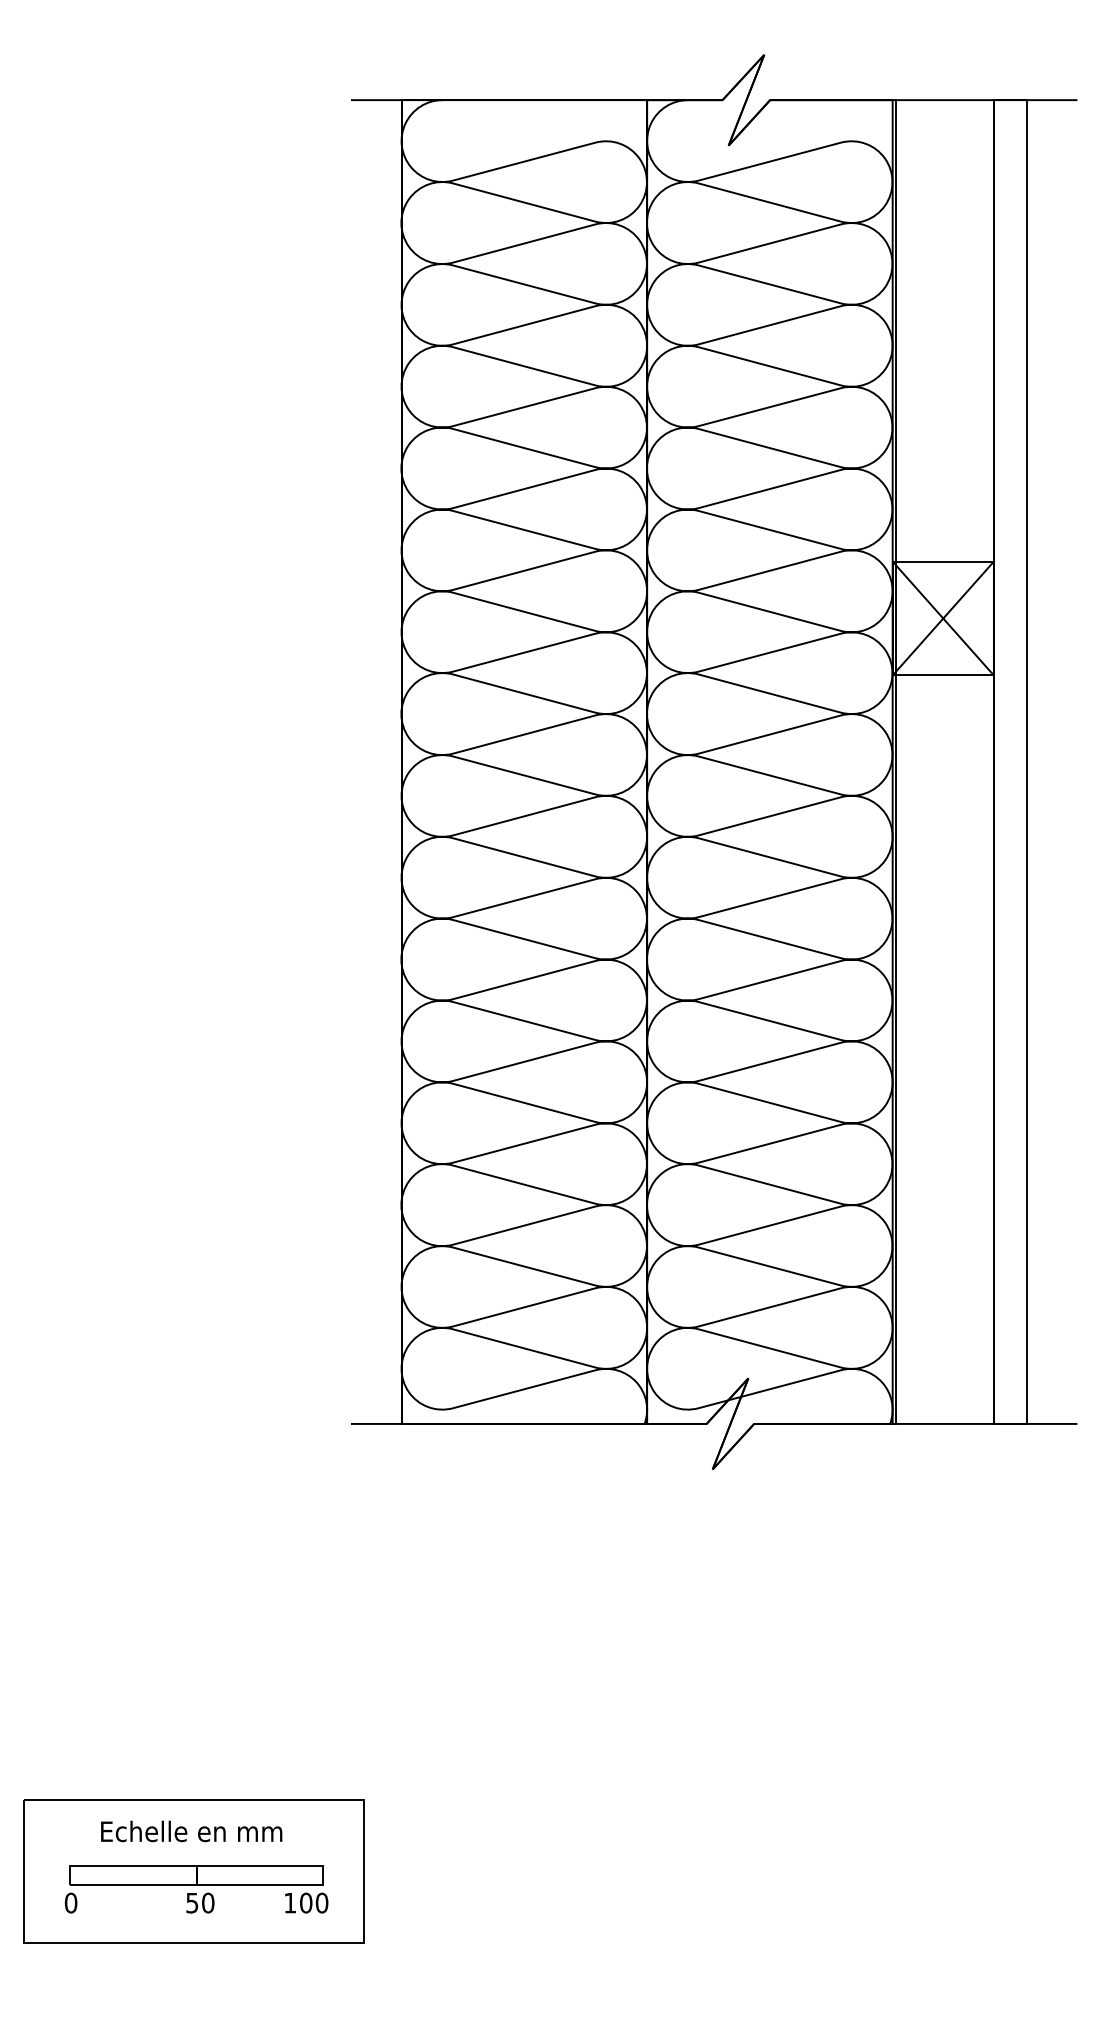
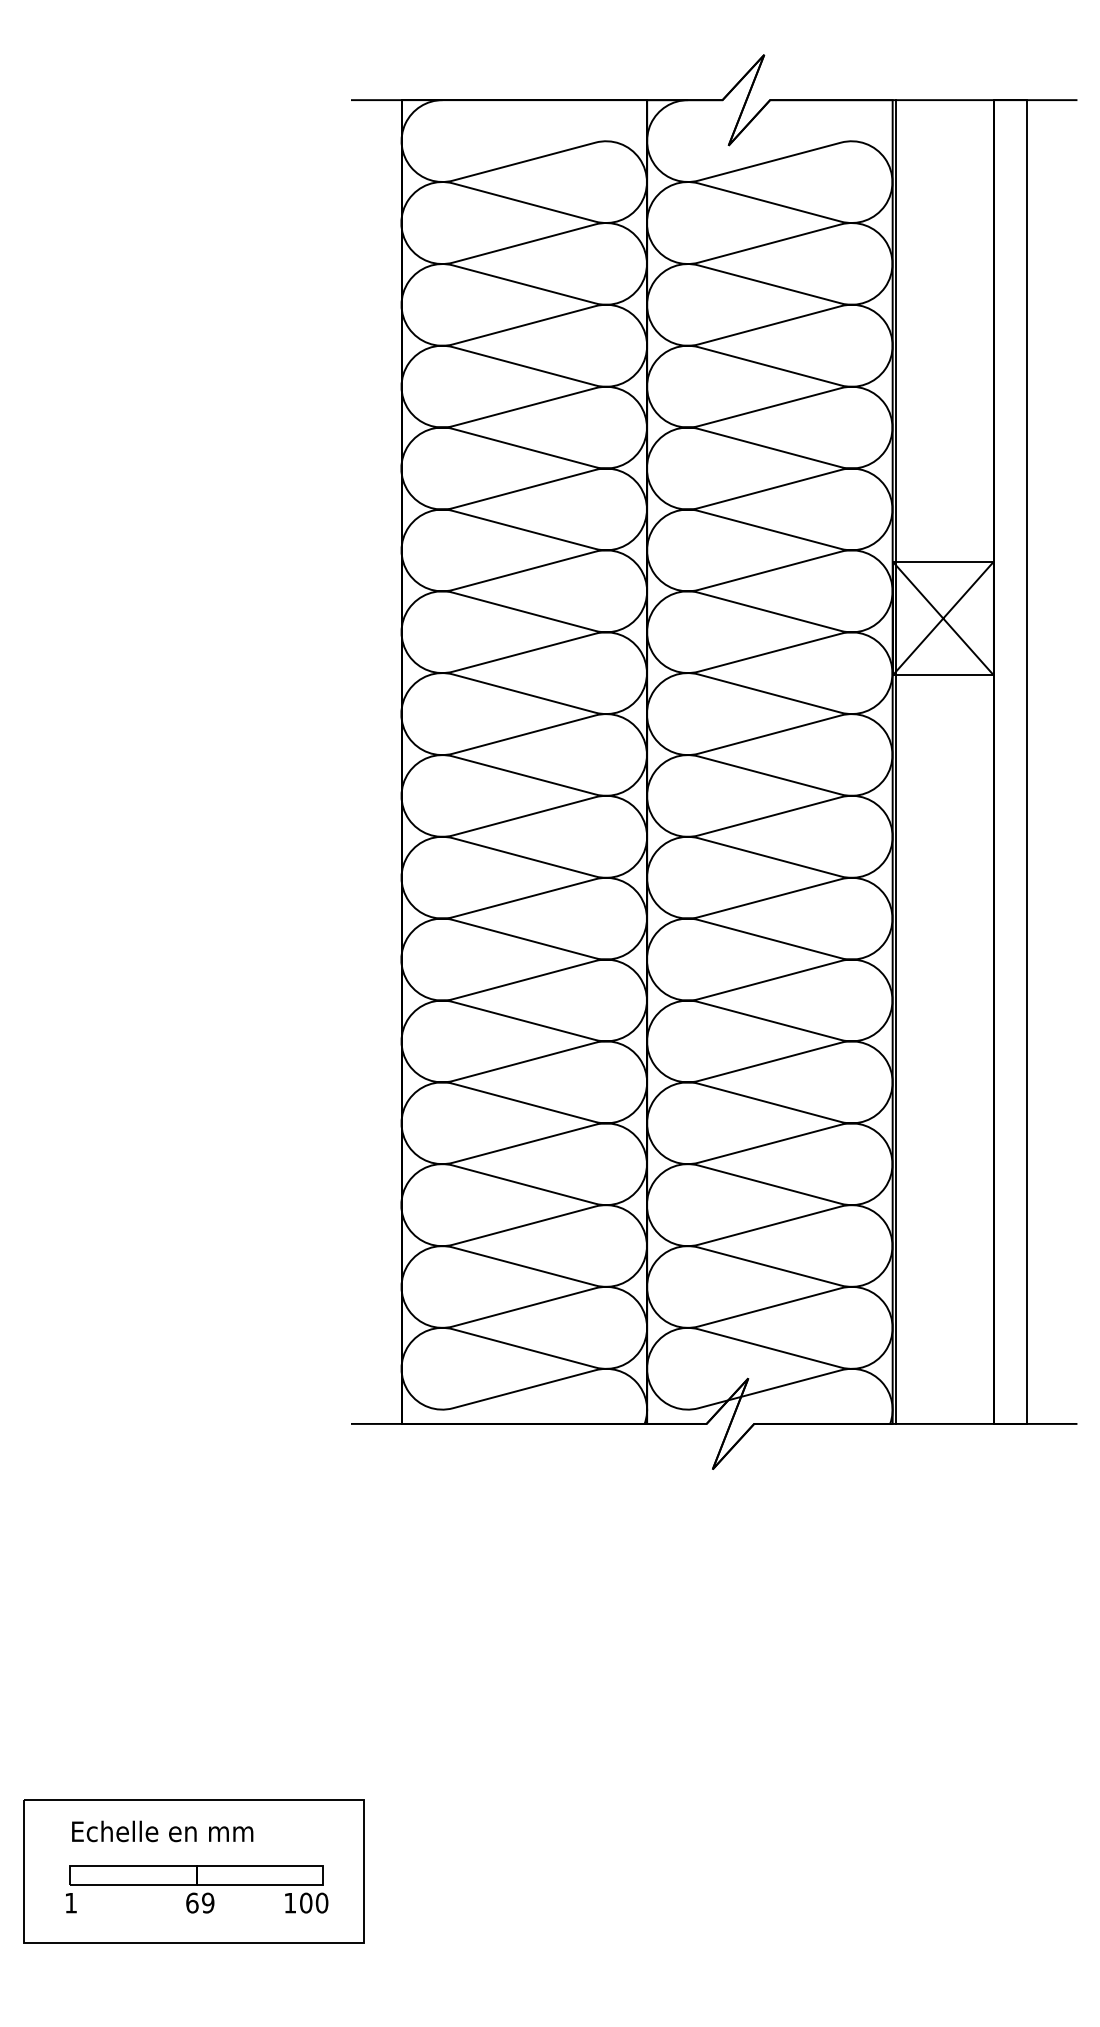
text at (191, 1831) position: (191, 1831) -> (162, 1831)
text at (70, 1902): 0 -> 1
text at (200, 1902): 50 -> 69
